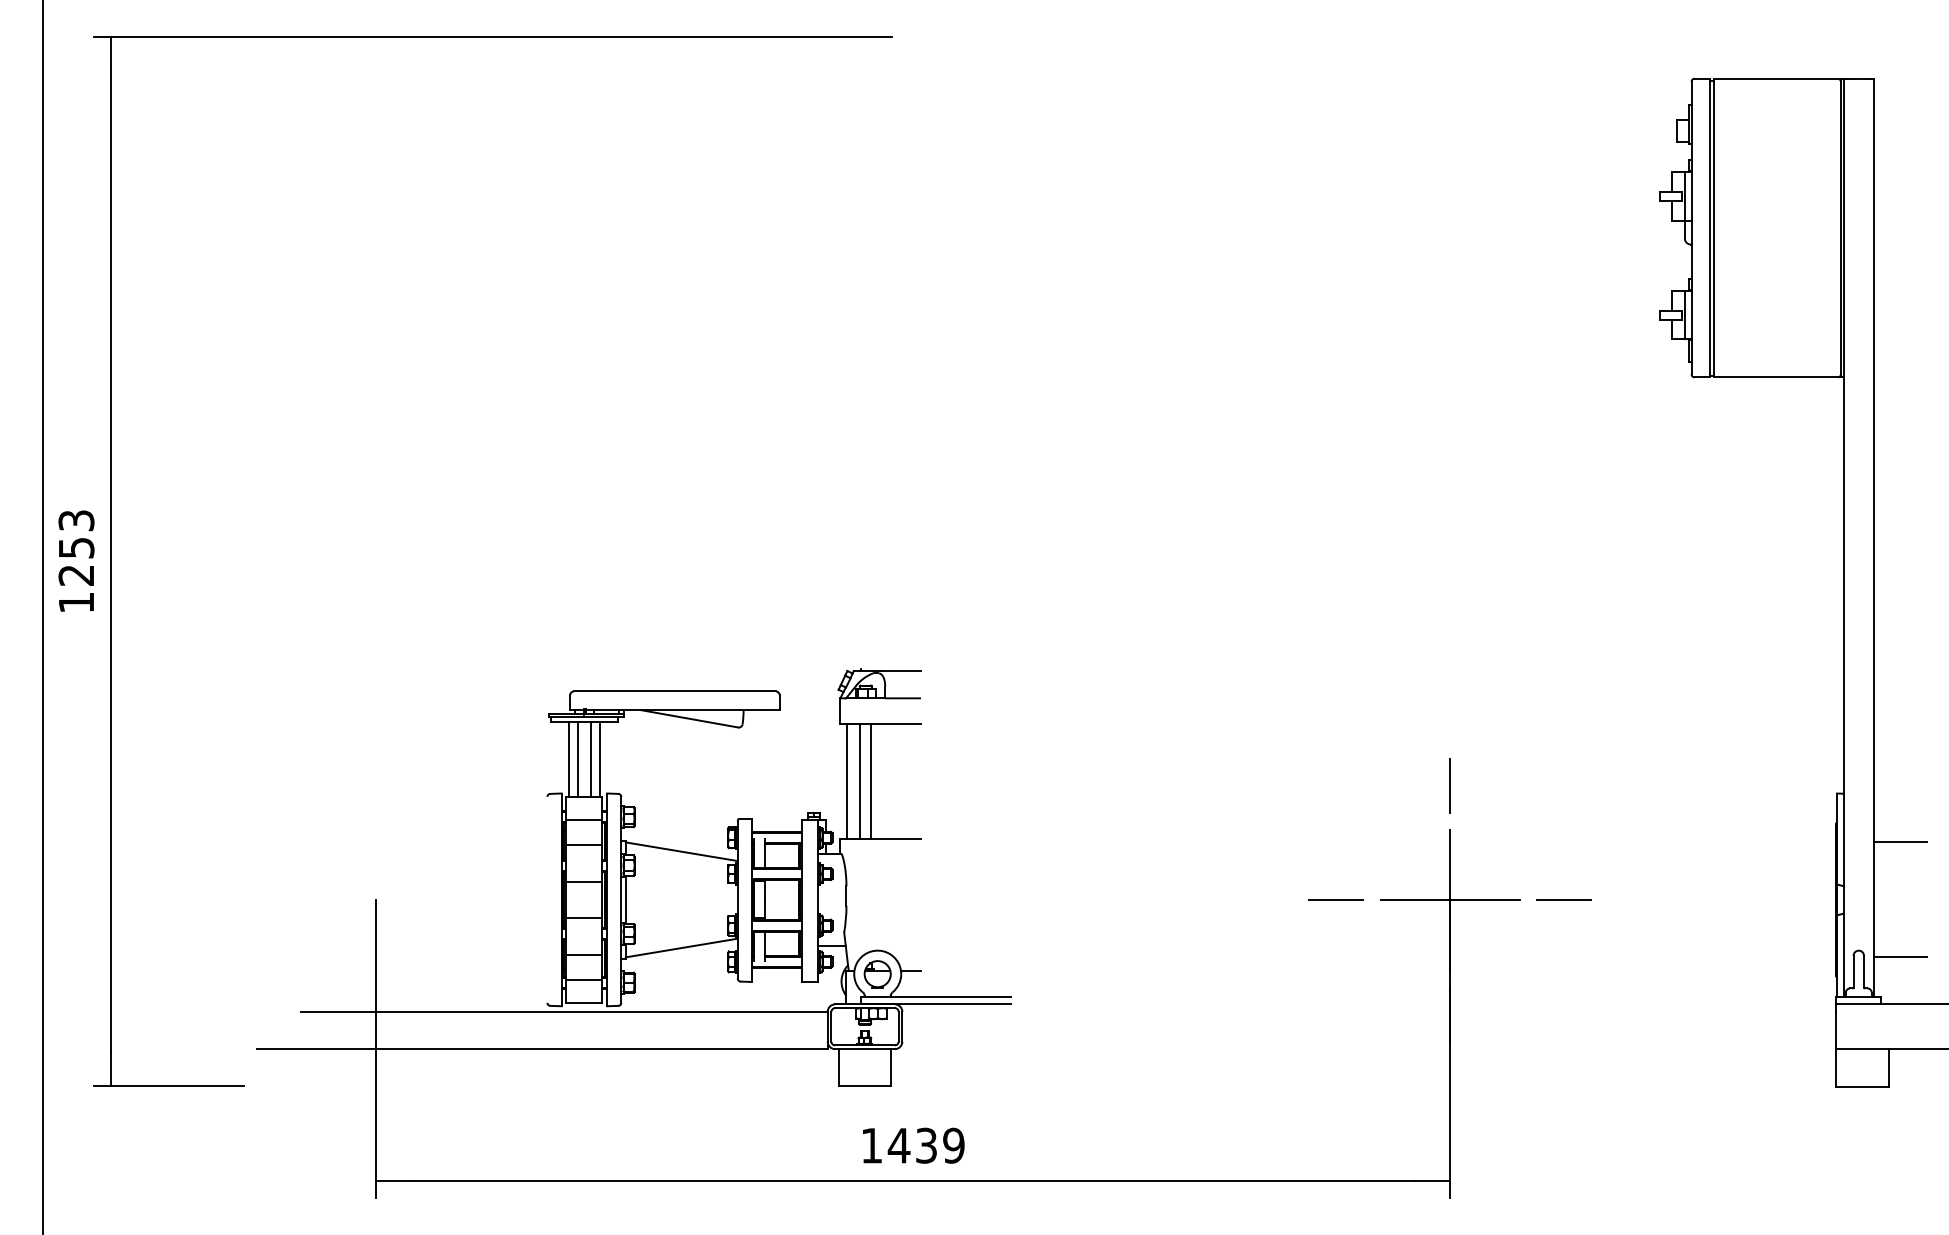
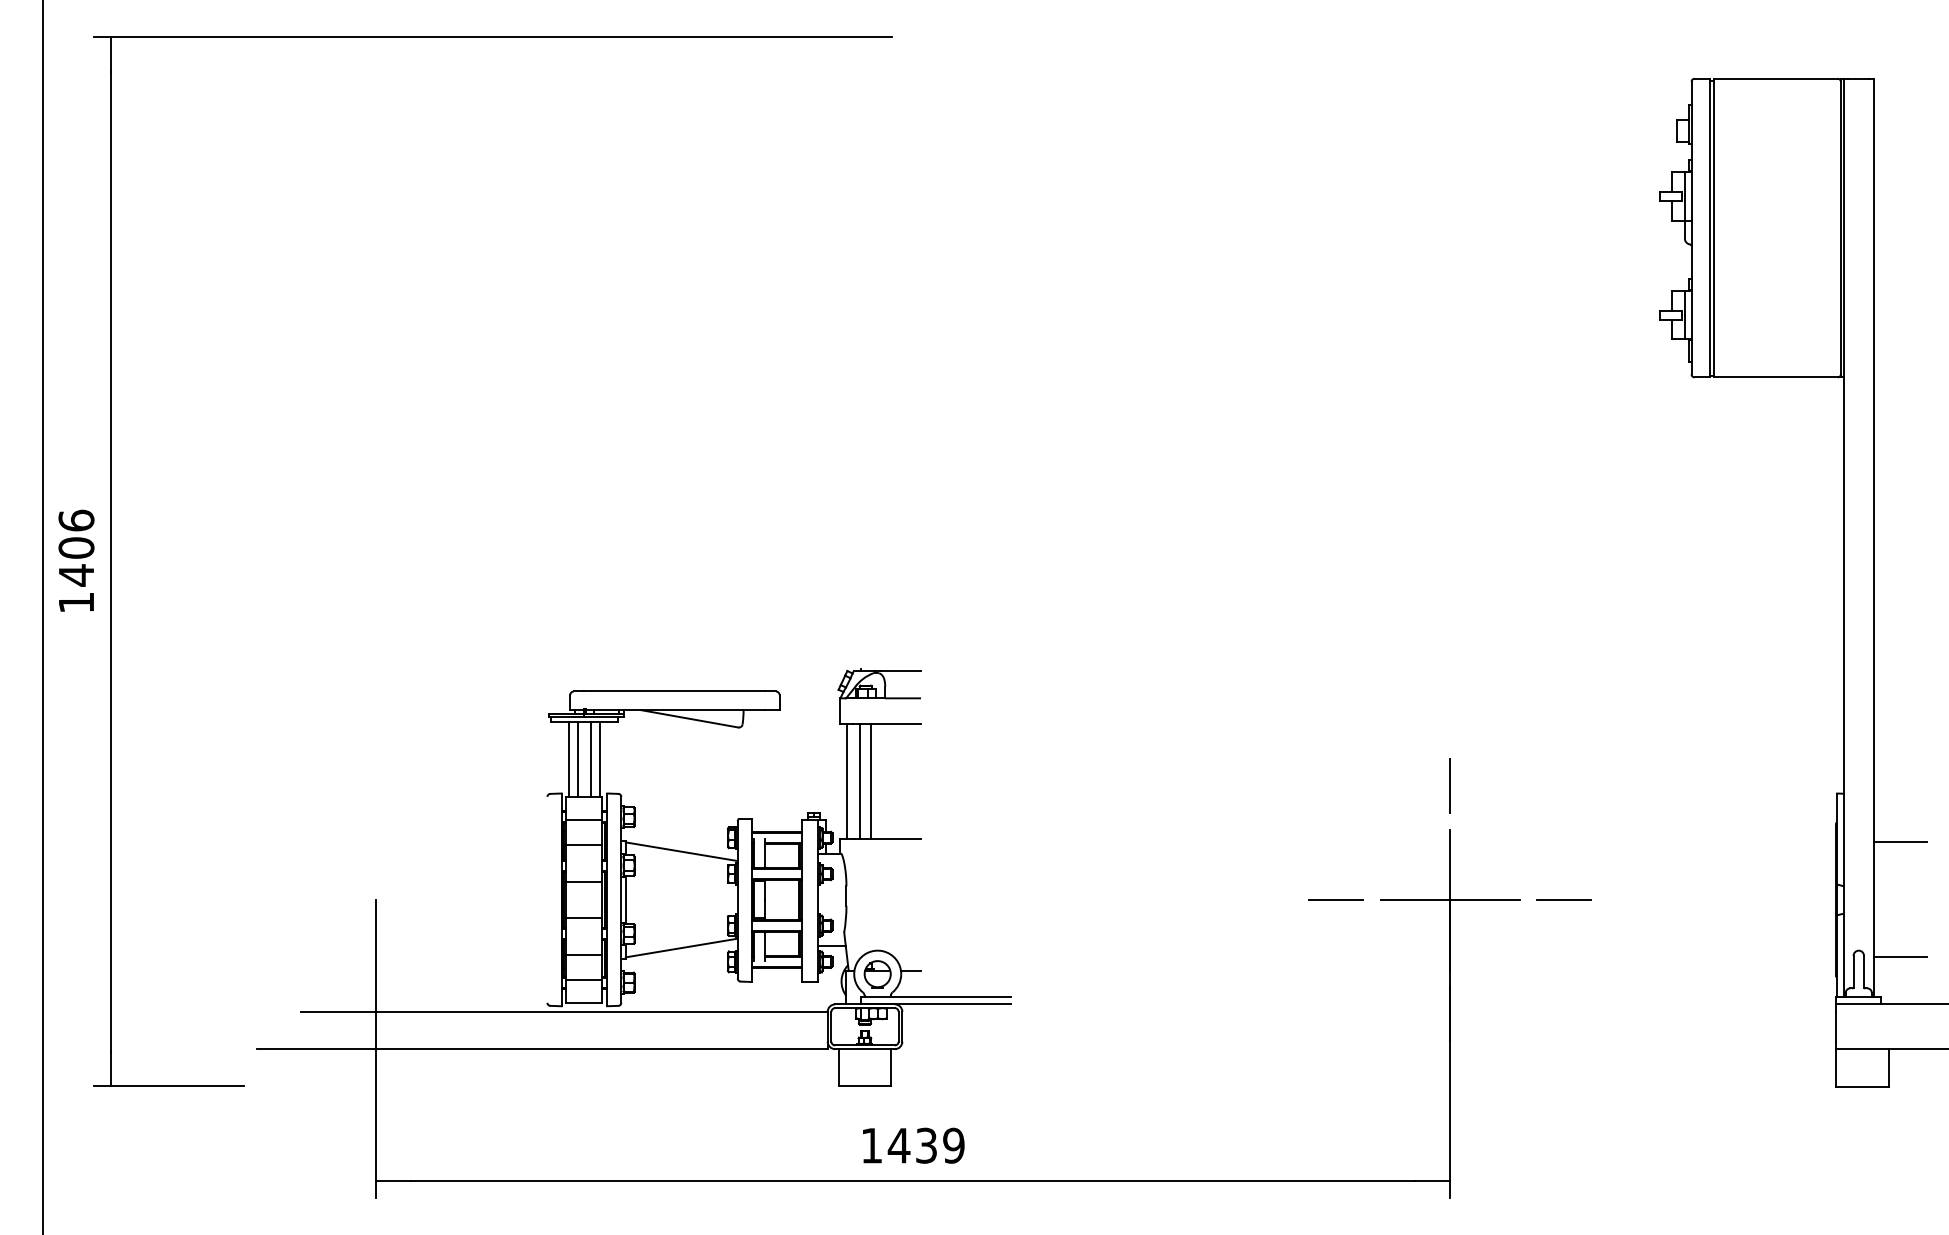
text at (76, 547): 1253 -> 1406
